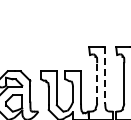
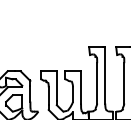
line at (105, 75): dashed -> solid
line at (97, 82): dashed -> solid
